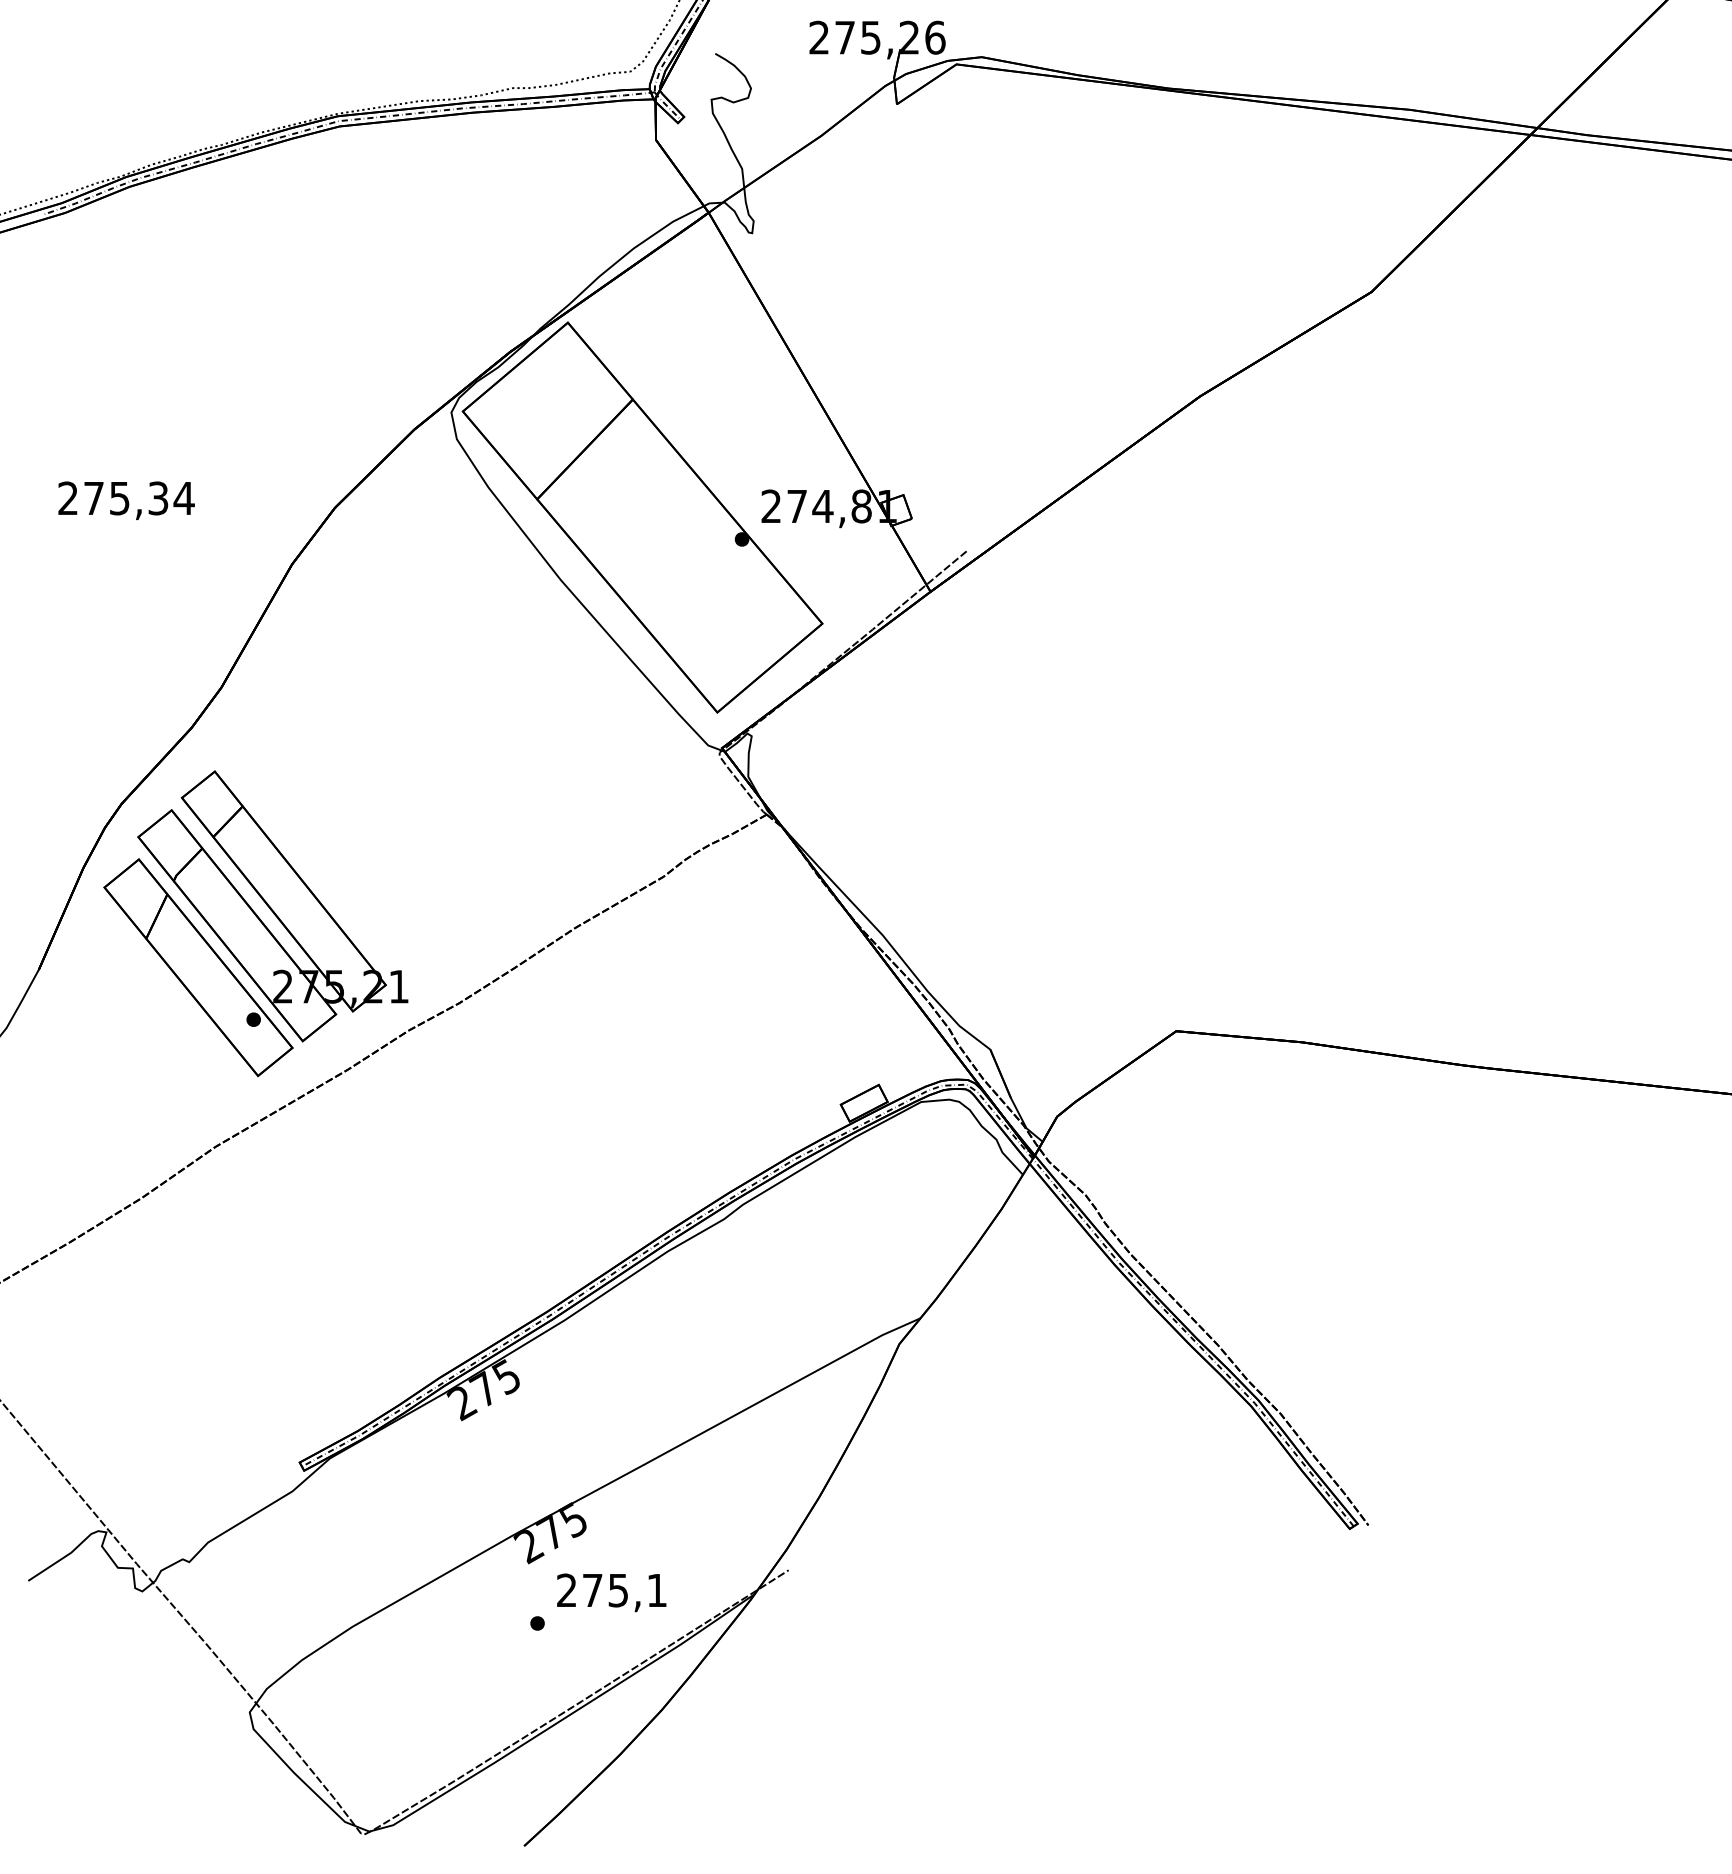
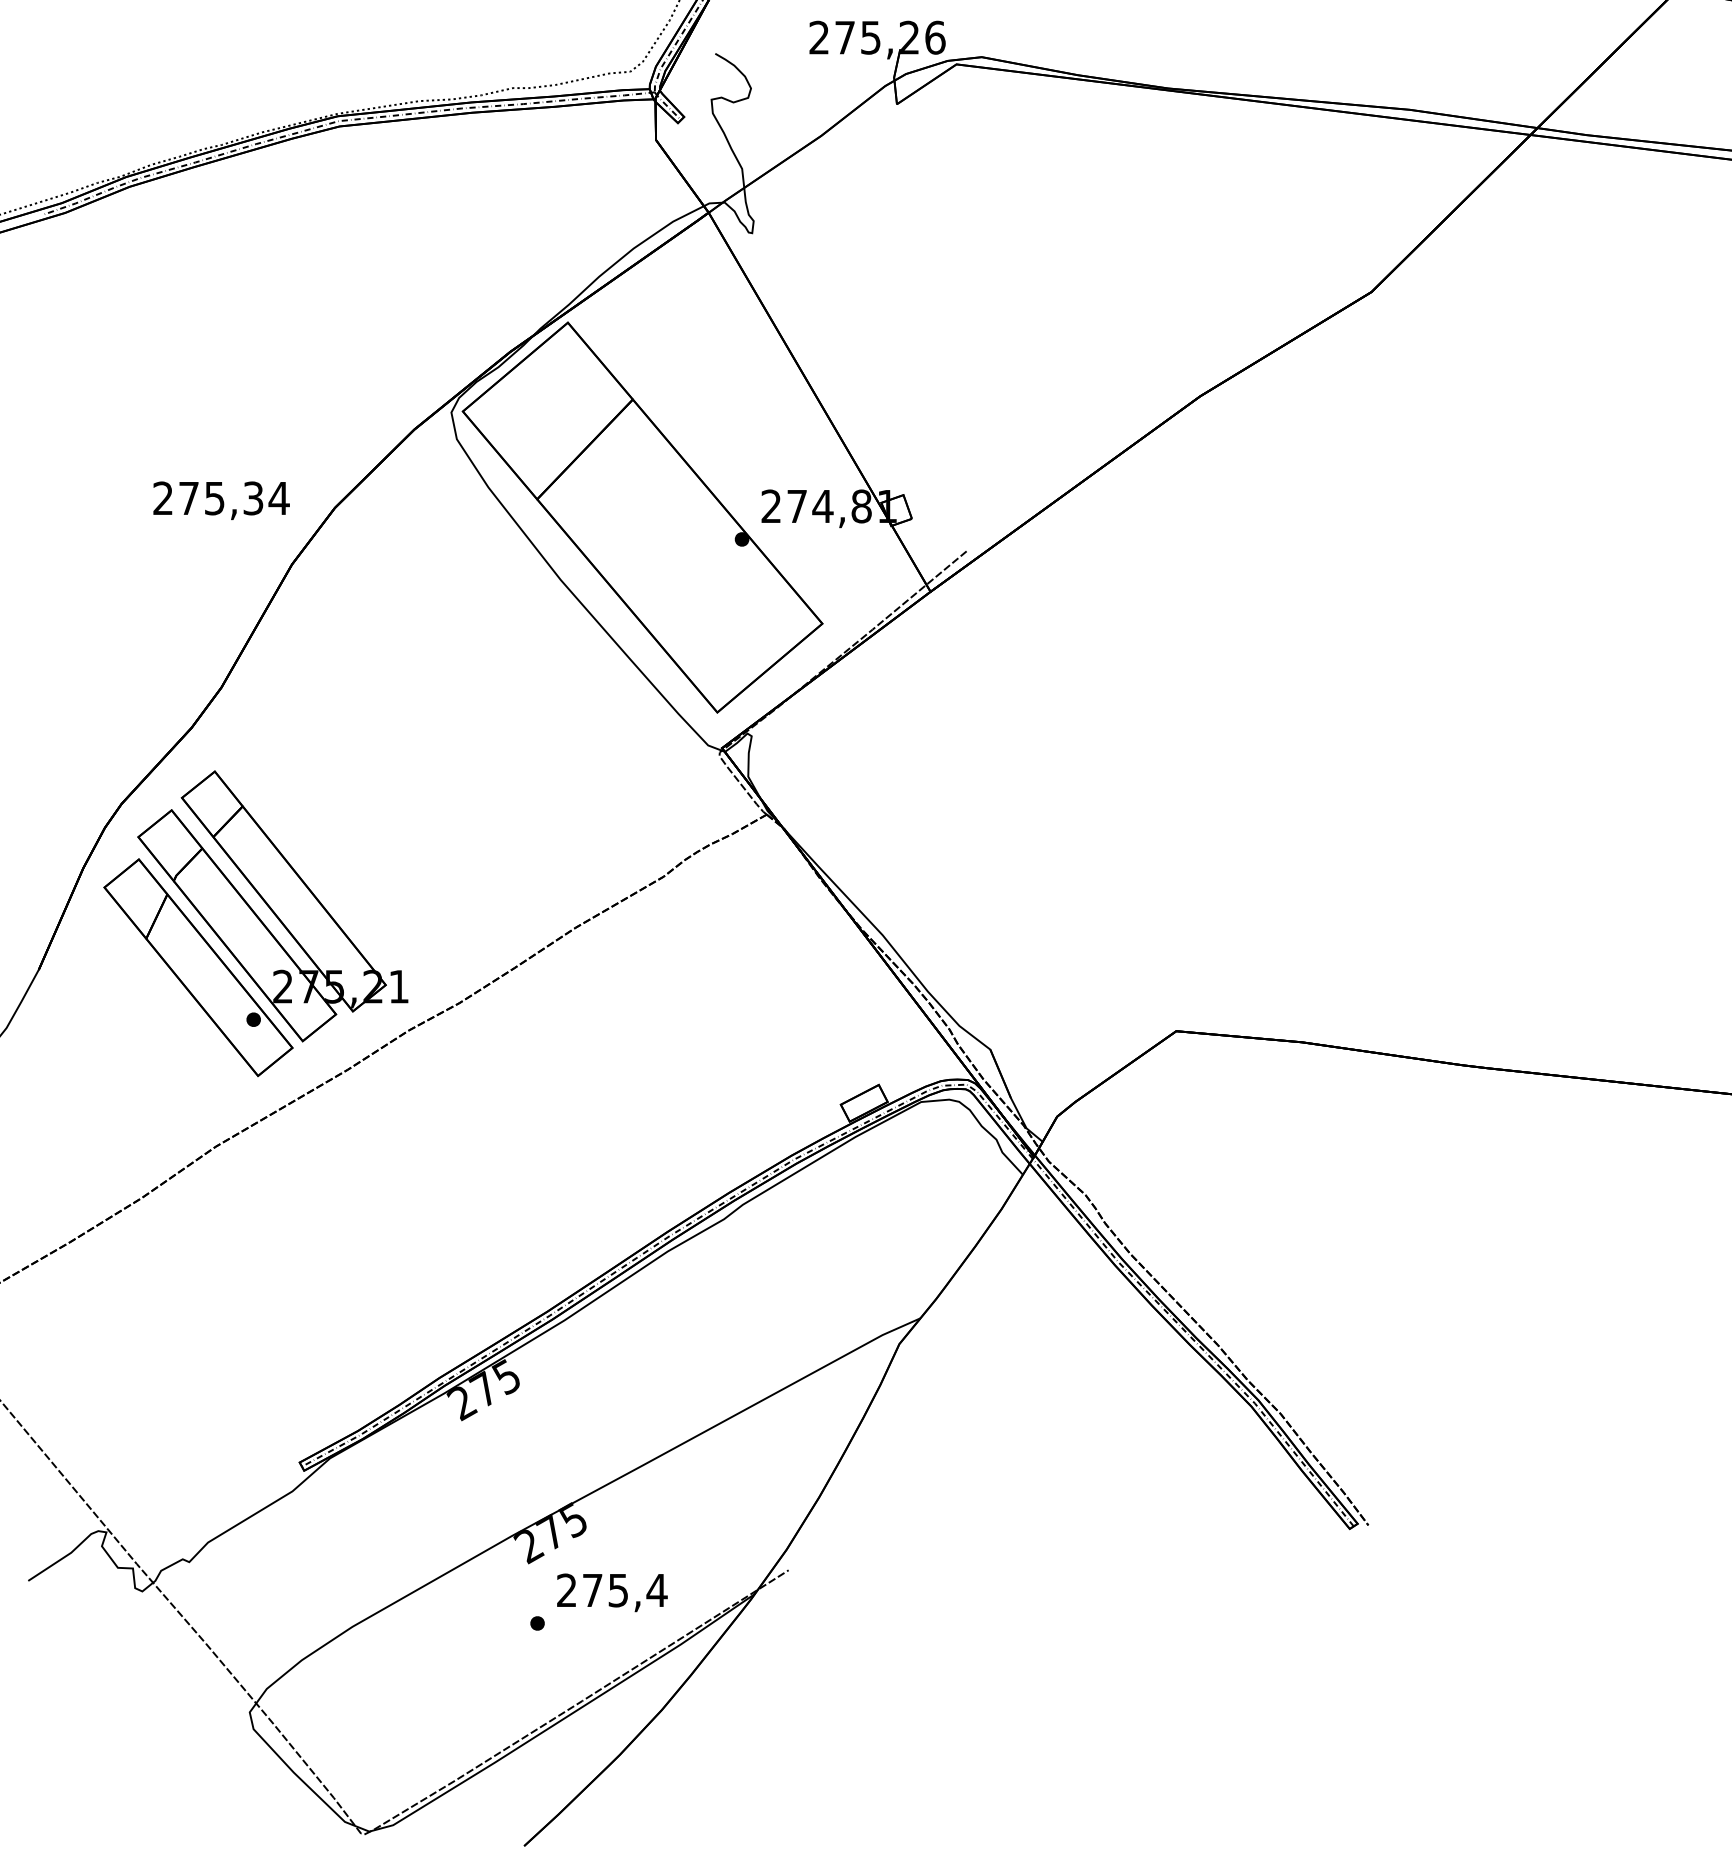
text at (126, 500) position: (126, 500) -> (221, 500)
text at (656, 1590): 275,1 -> 275,4
